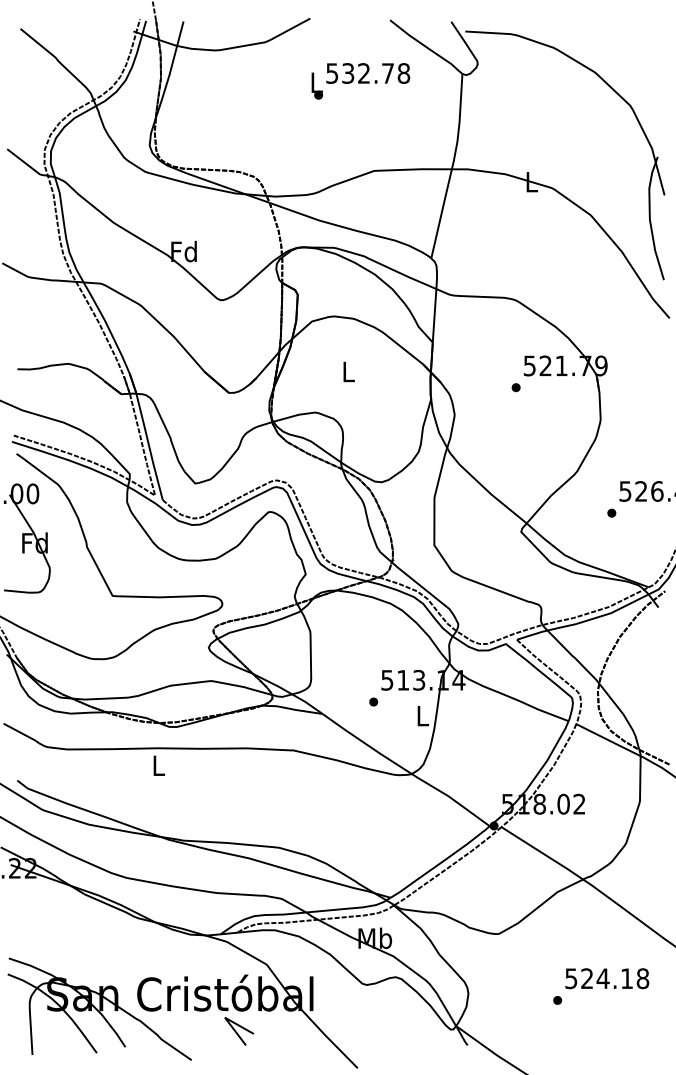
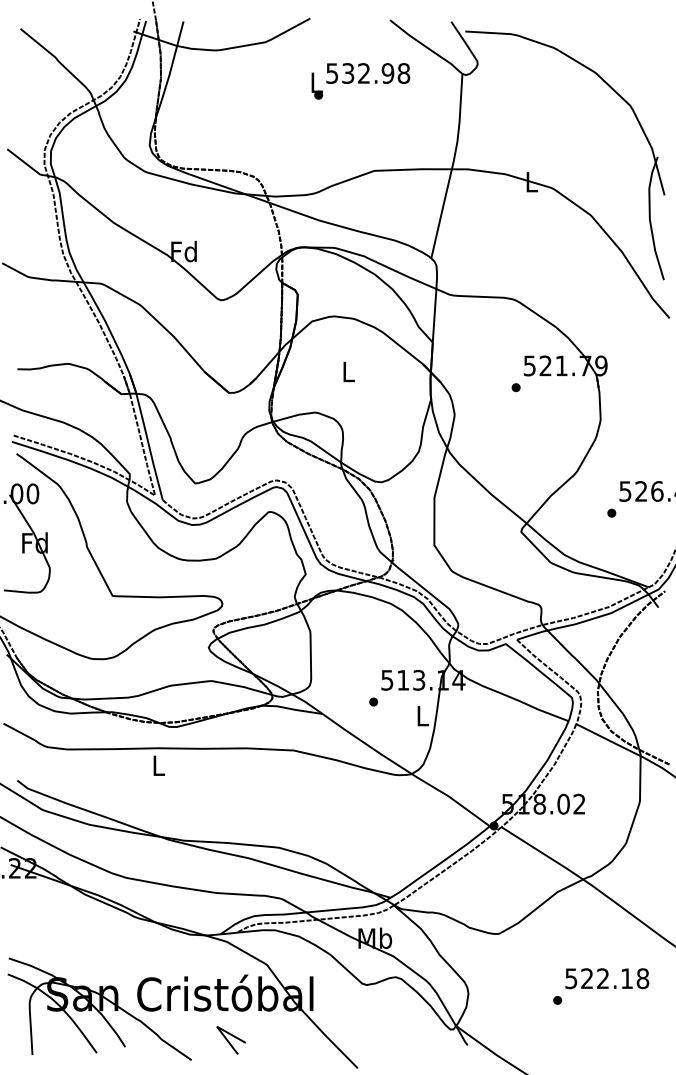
text at (387, 73): 532.78 -> 532.98
text at (602, 978): 524.18 -> 522.18
line at (237, 1032) position: (237, 1032) -> (229, 1041)
